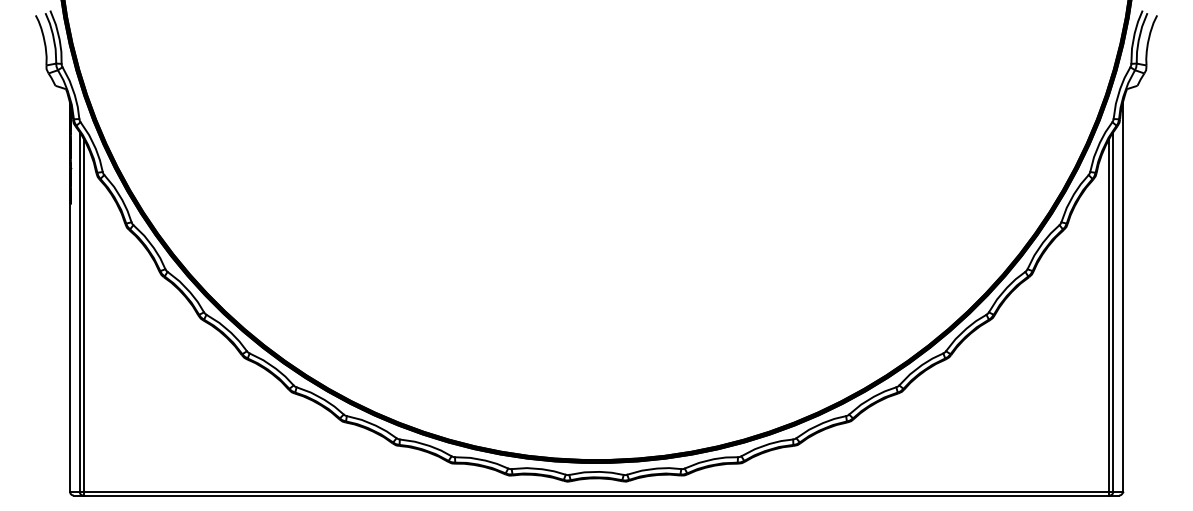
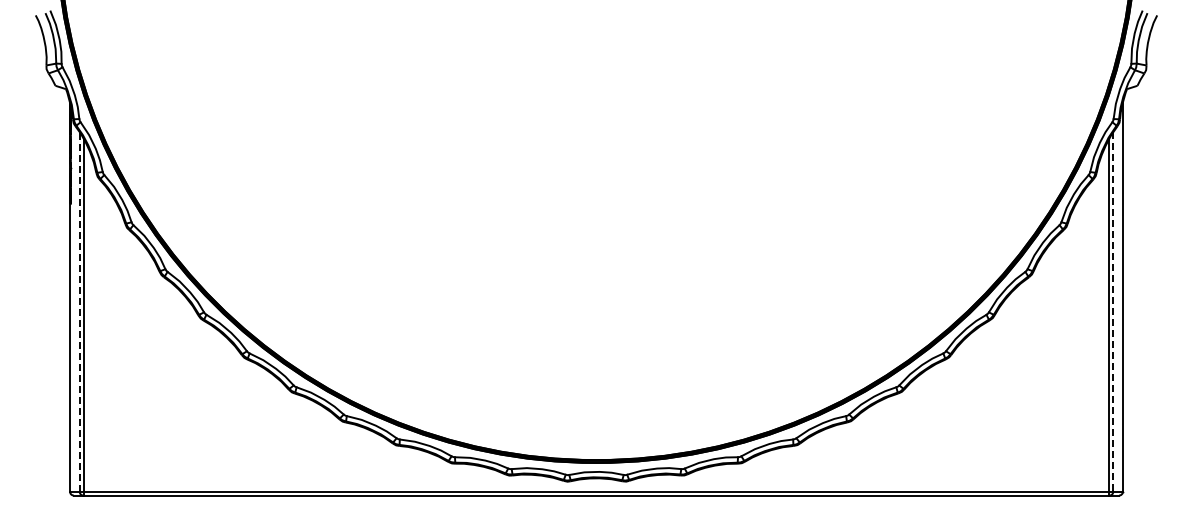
line at (79, 311): solid -> dashed
line at (1113, 311): solid -> dashed
